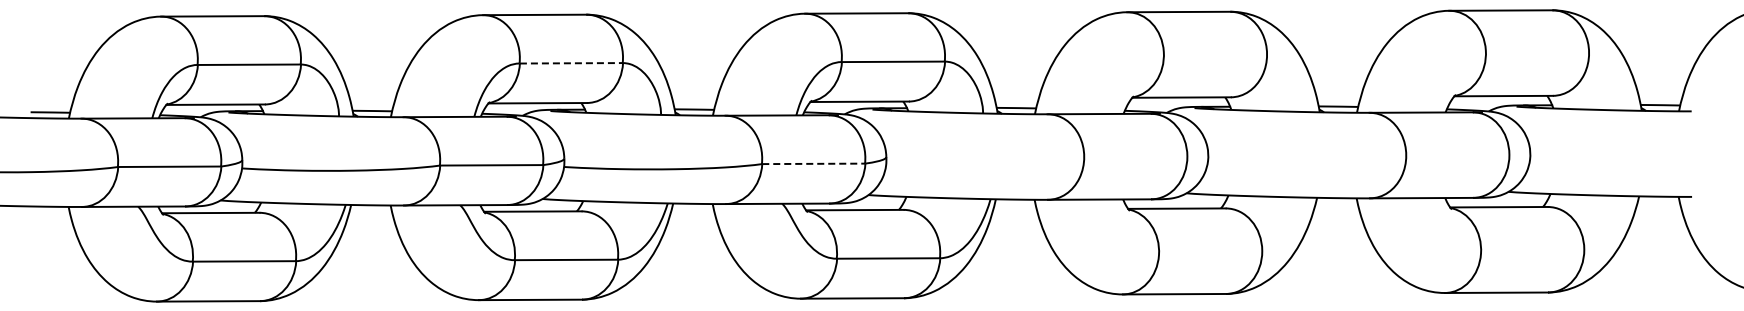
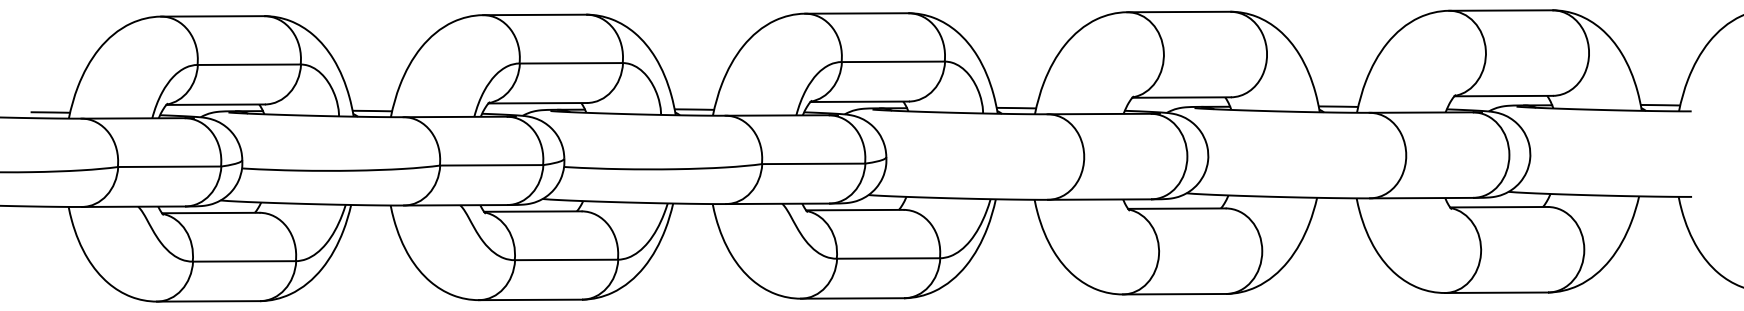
line at (571, 63): dashed -> solid
line at (814, 163): dashed -> solid
